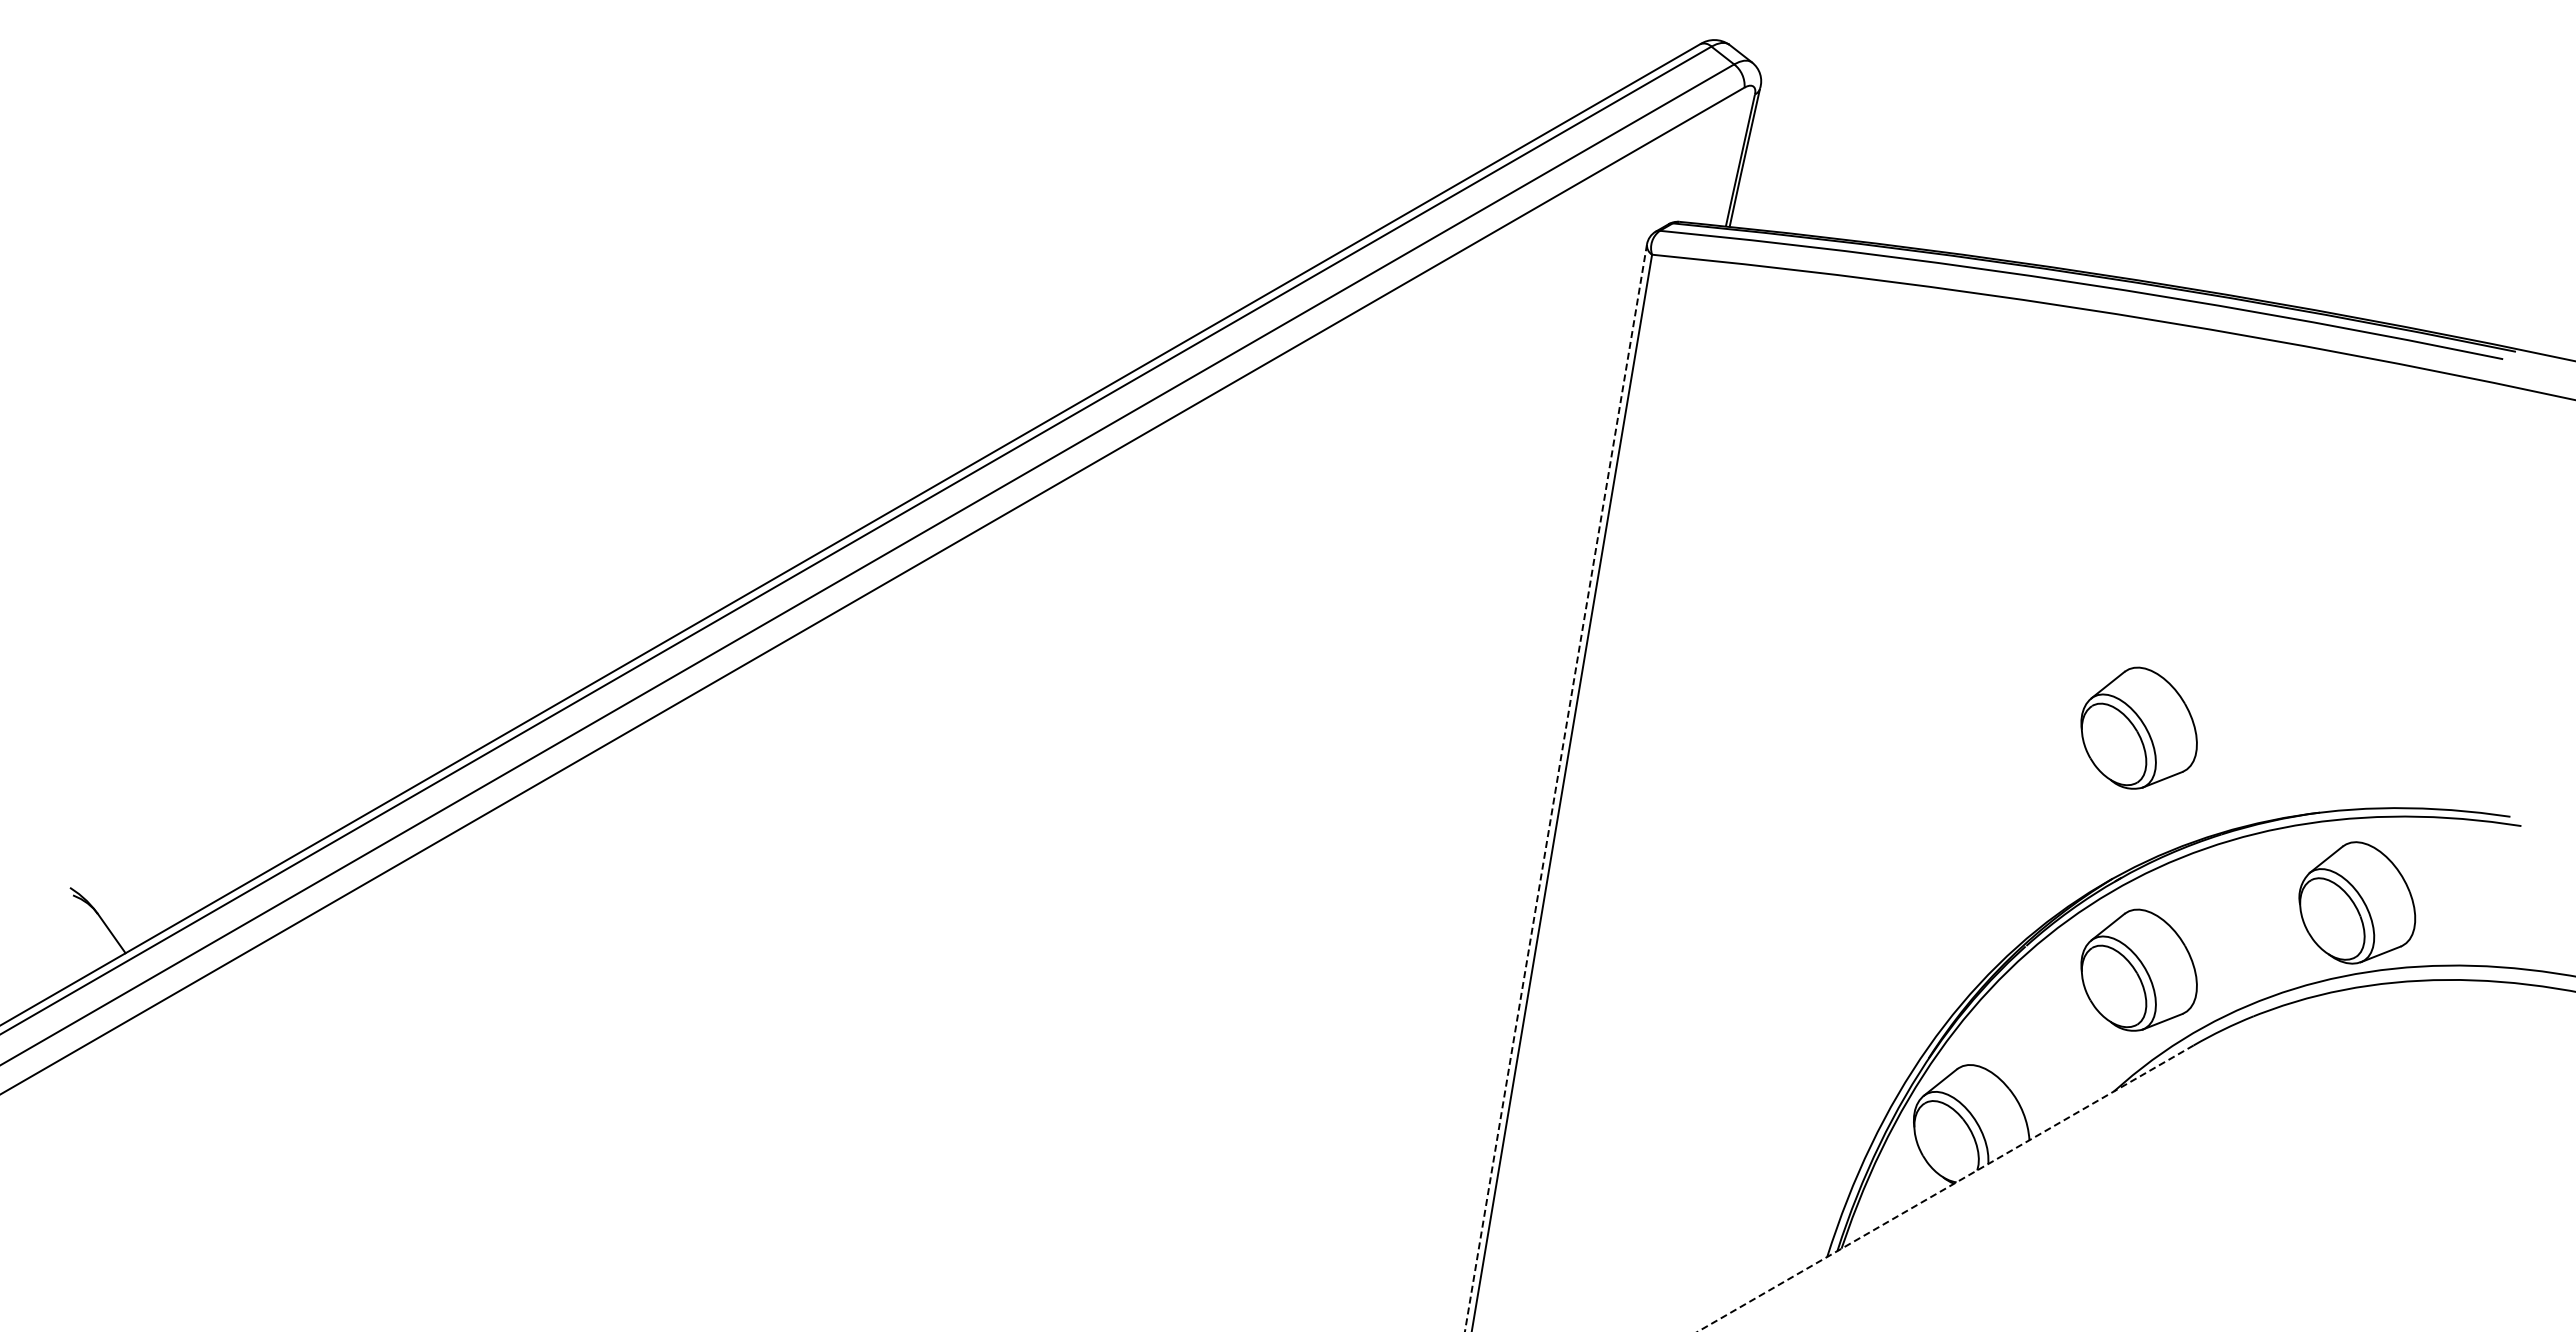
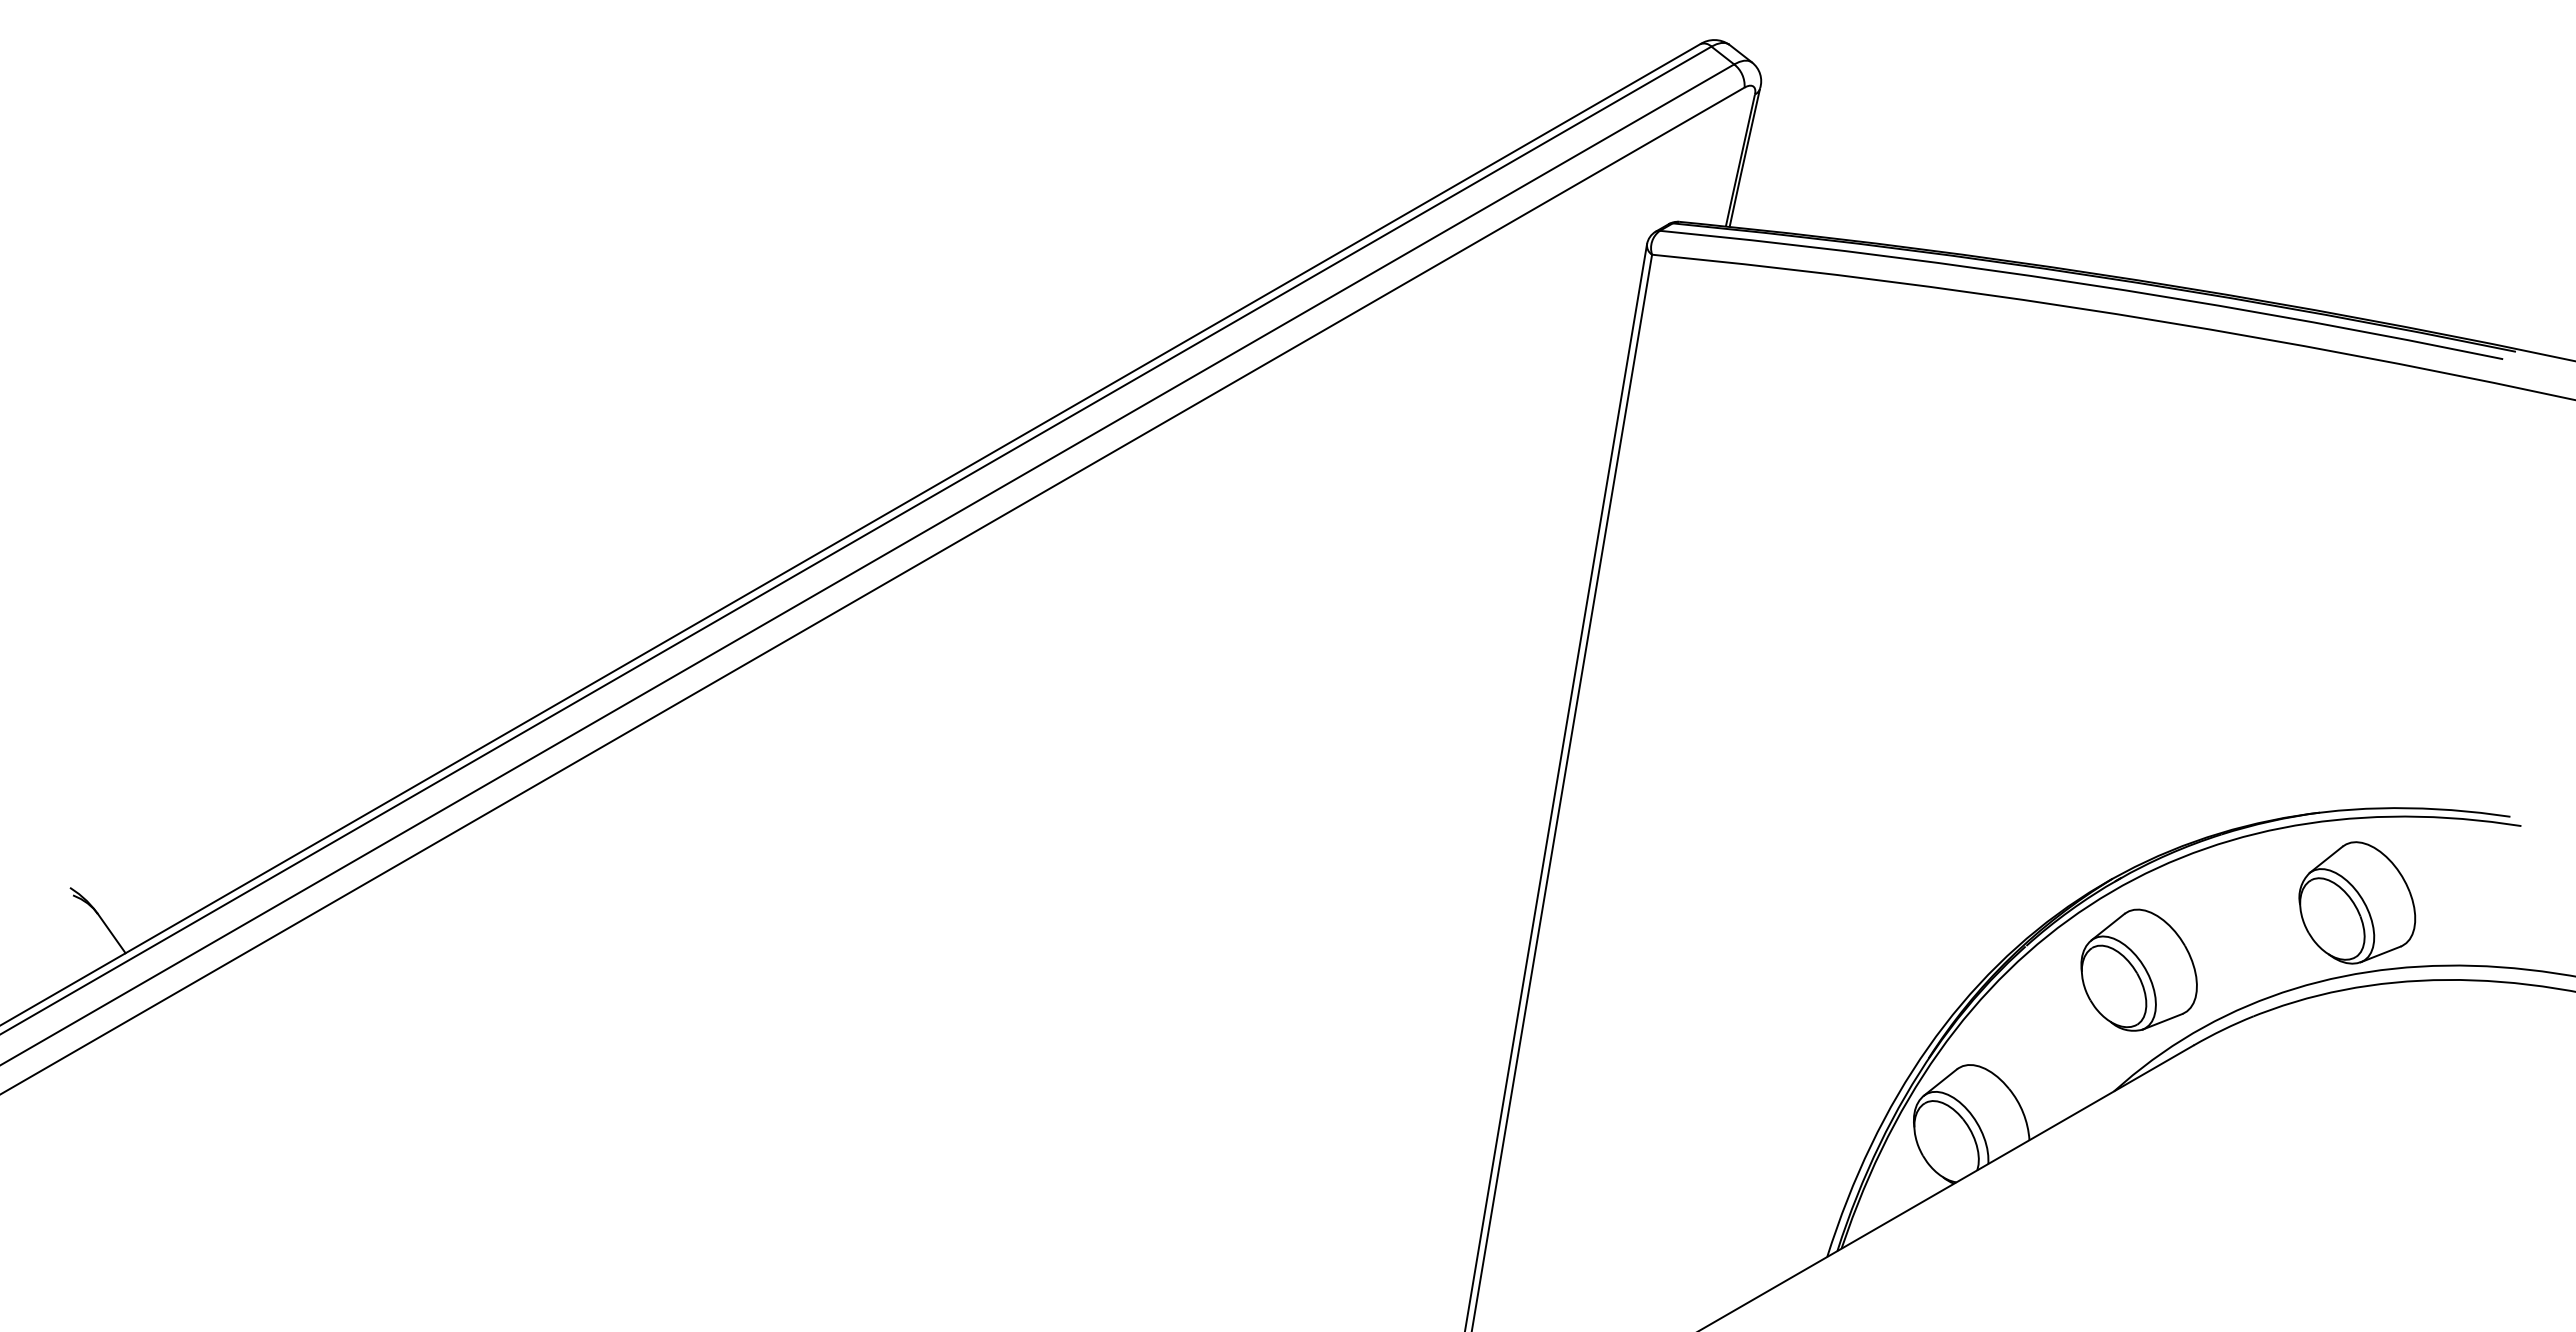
part at (2138, 727): present -> none
line at (1555, 788): dashed -> solid
line at (1945, 1188): dashed -> solid
